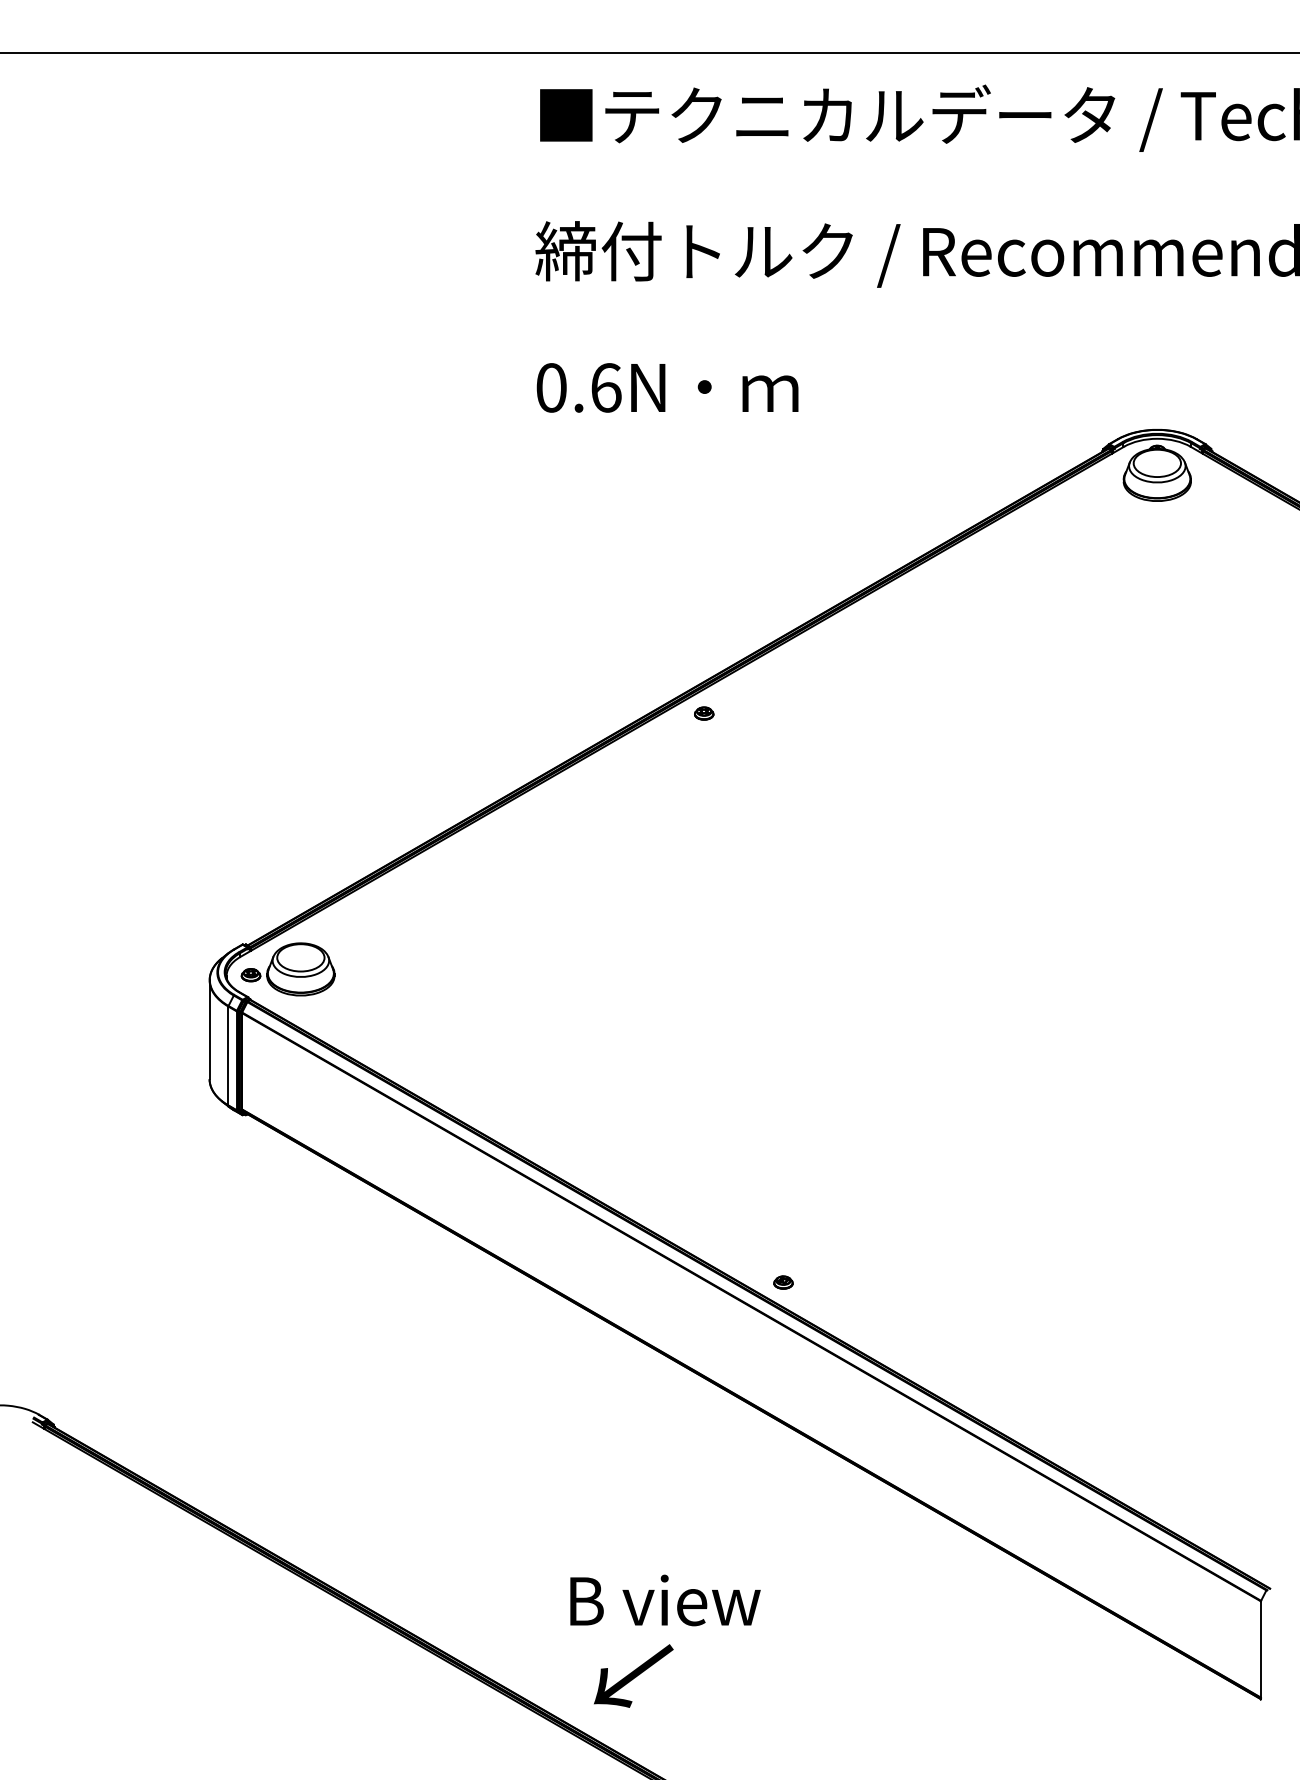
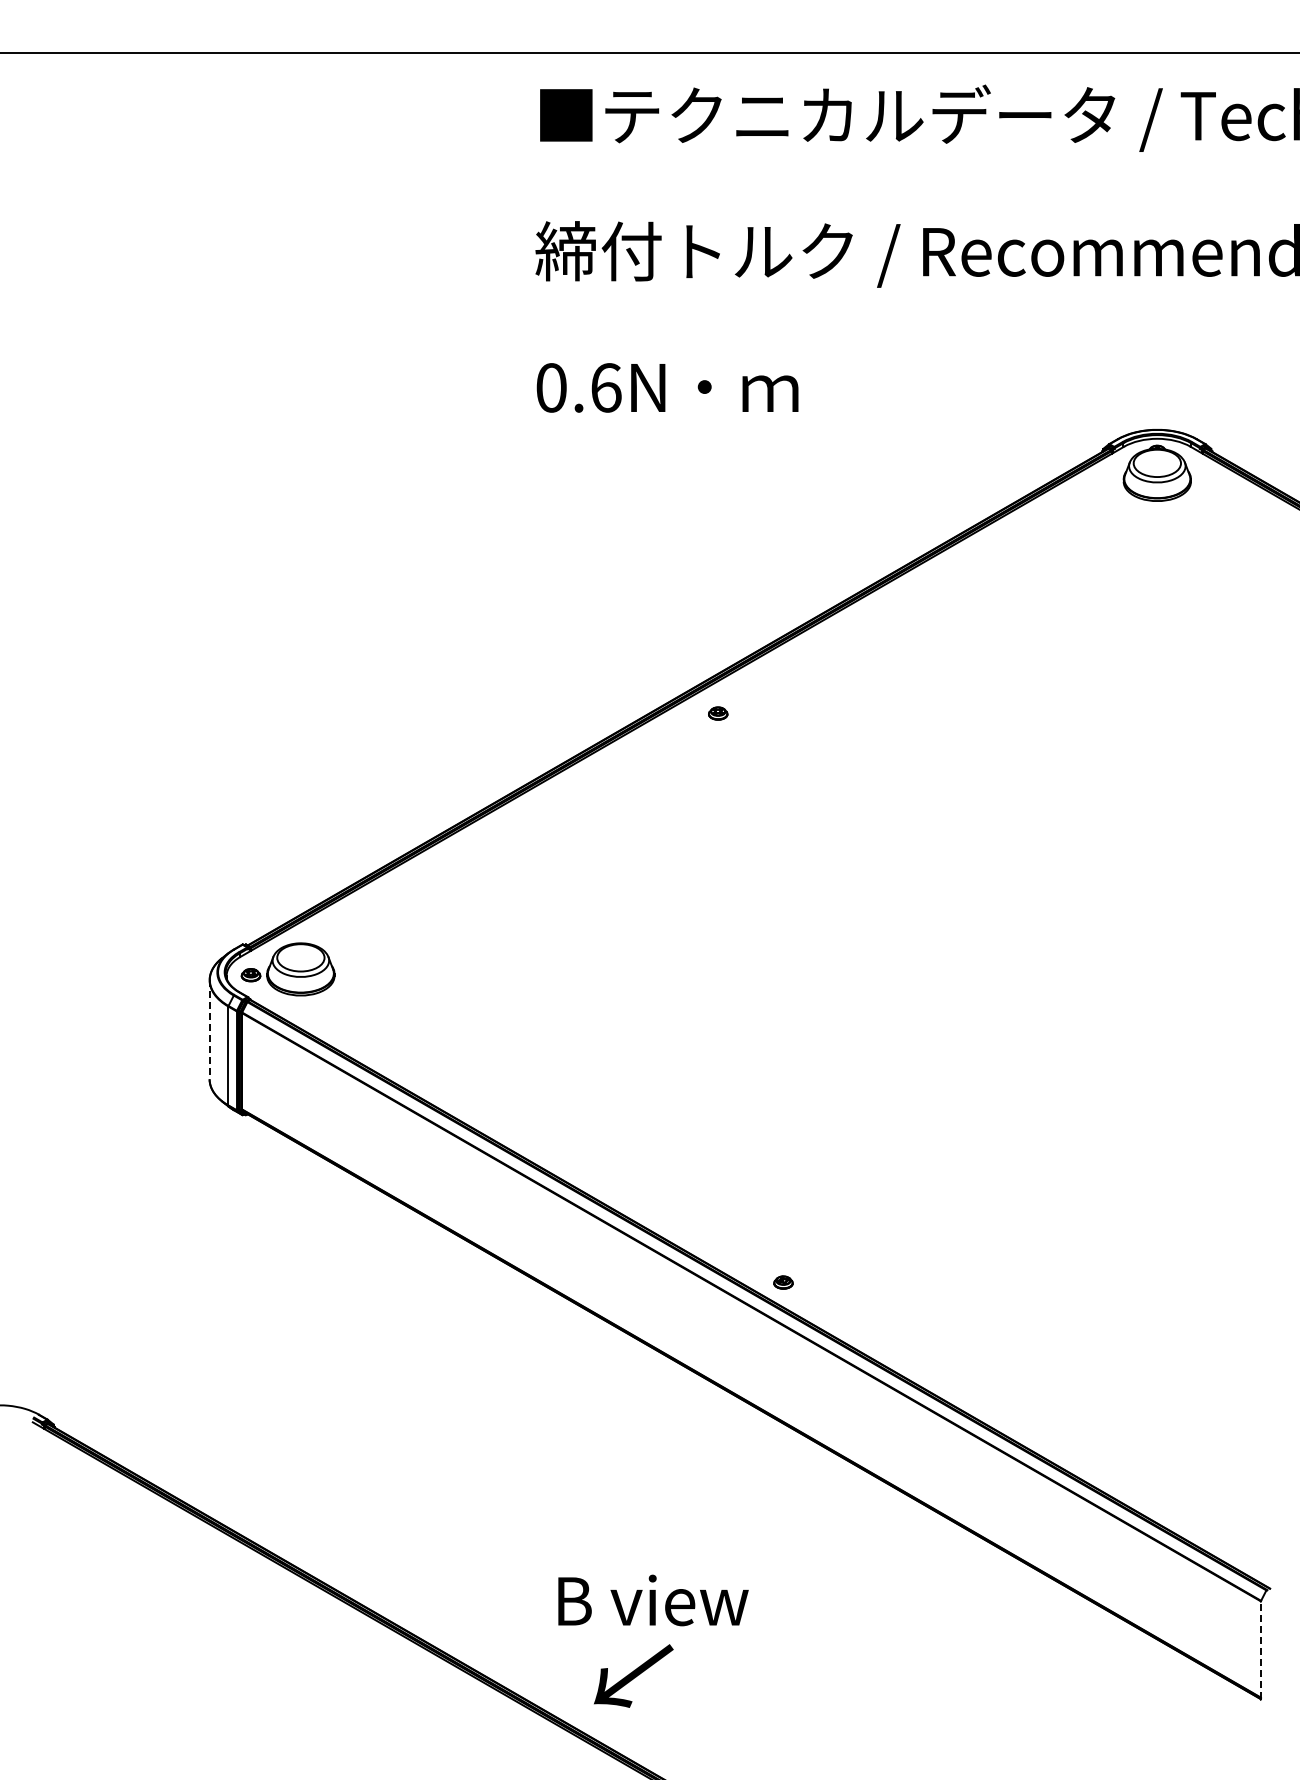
part at (704, 713) position: (704, 713) -> (718, 713)
line at (209, 1030): solid -> dashed
text at (665, 1600) position: (665, 1600) -> (653, 1600)
line at (1260, 1650): solid -> dashed
